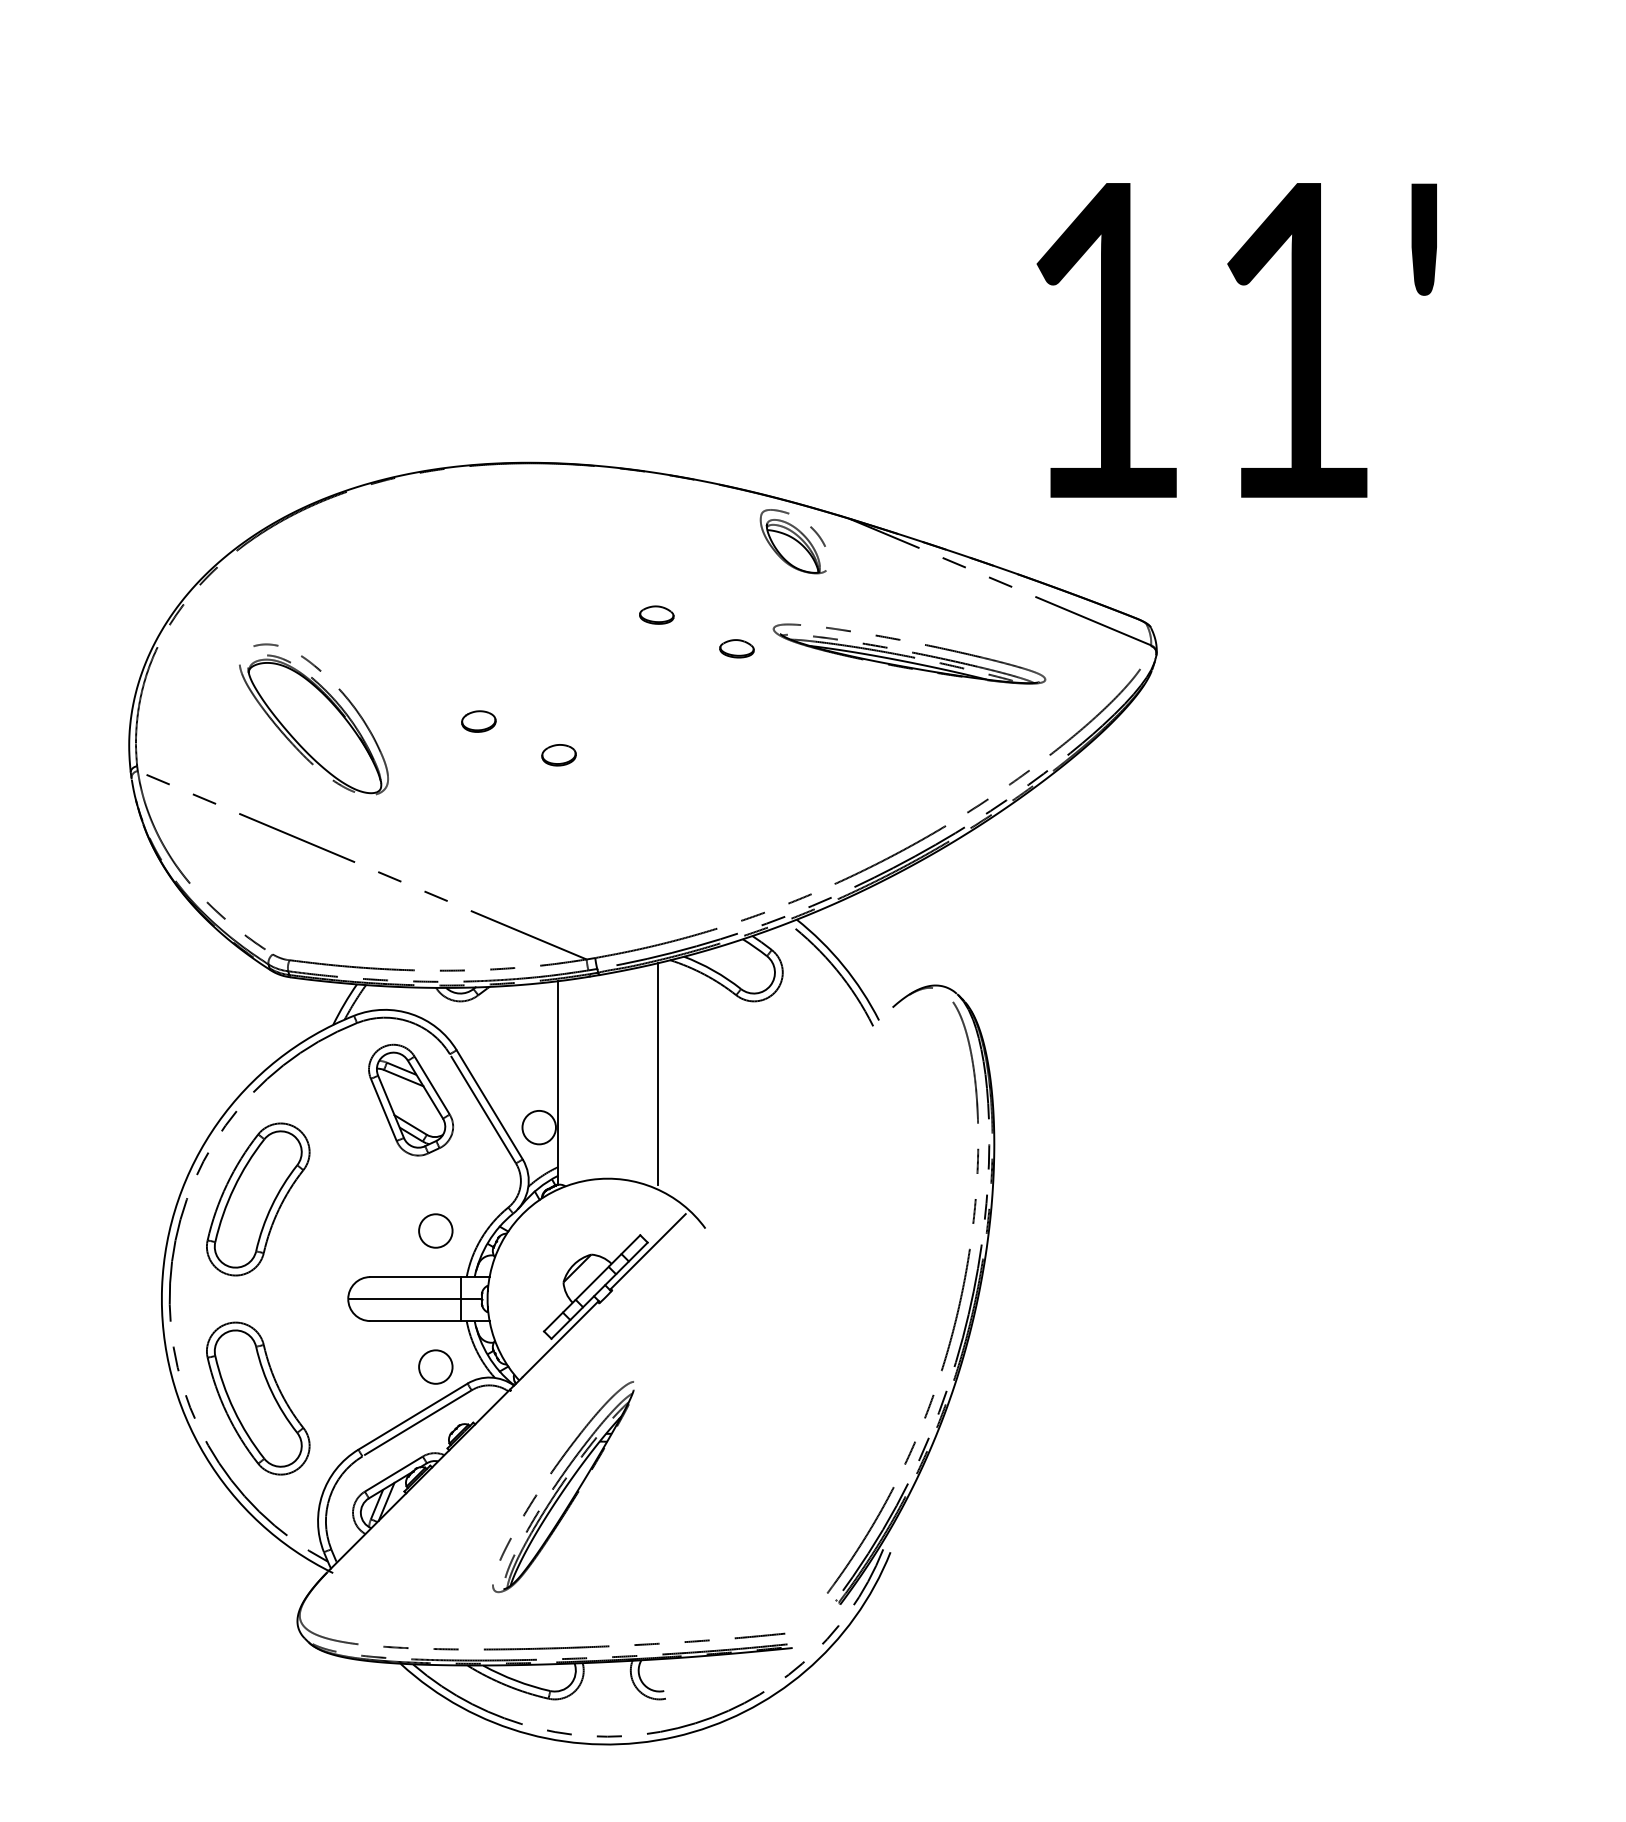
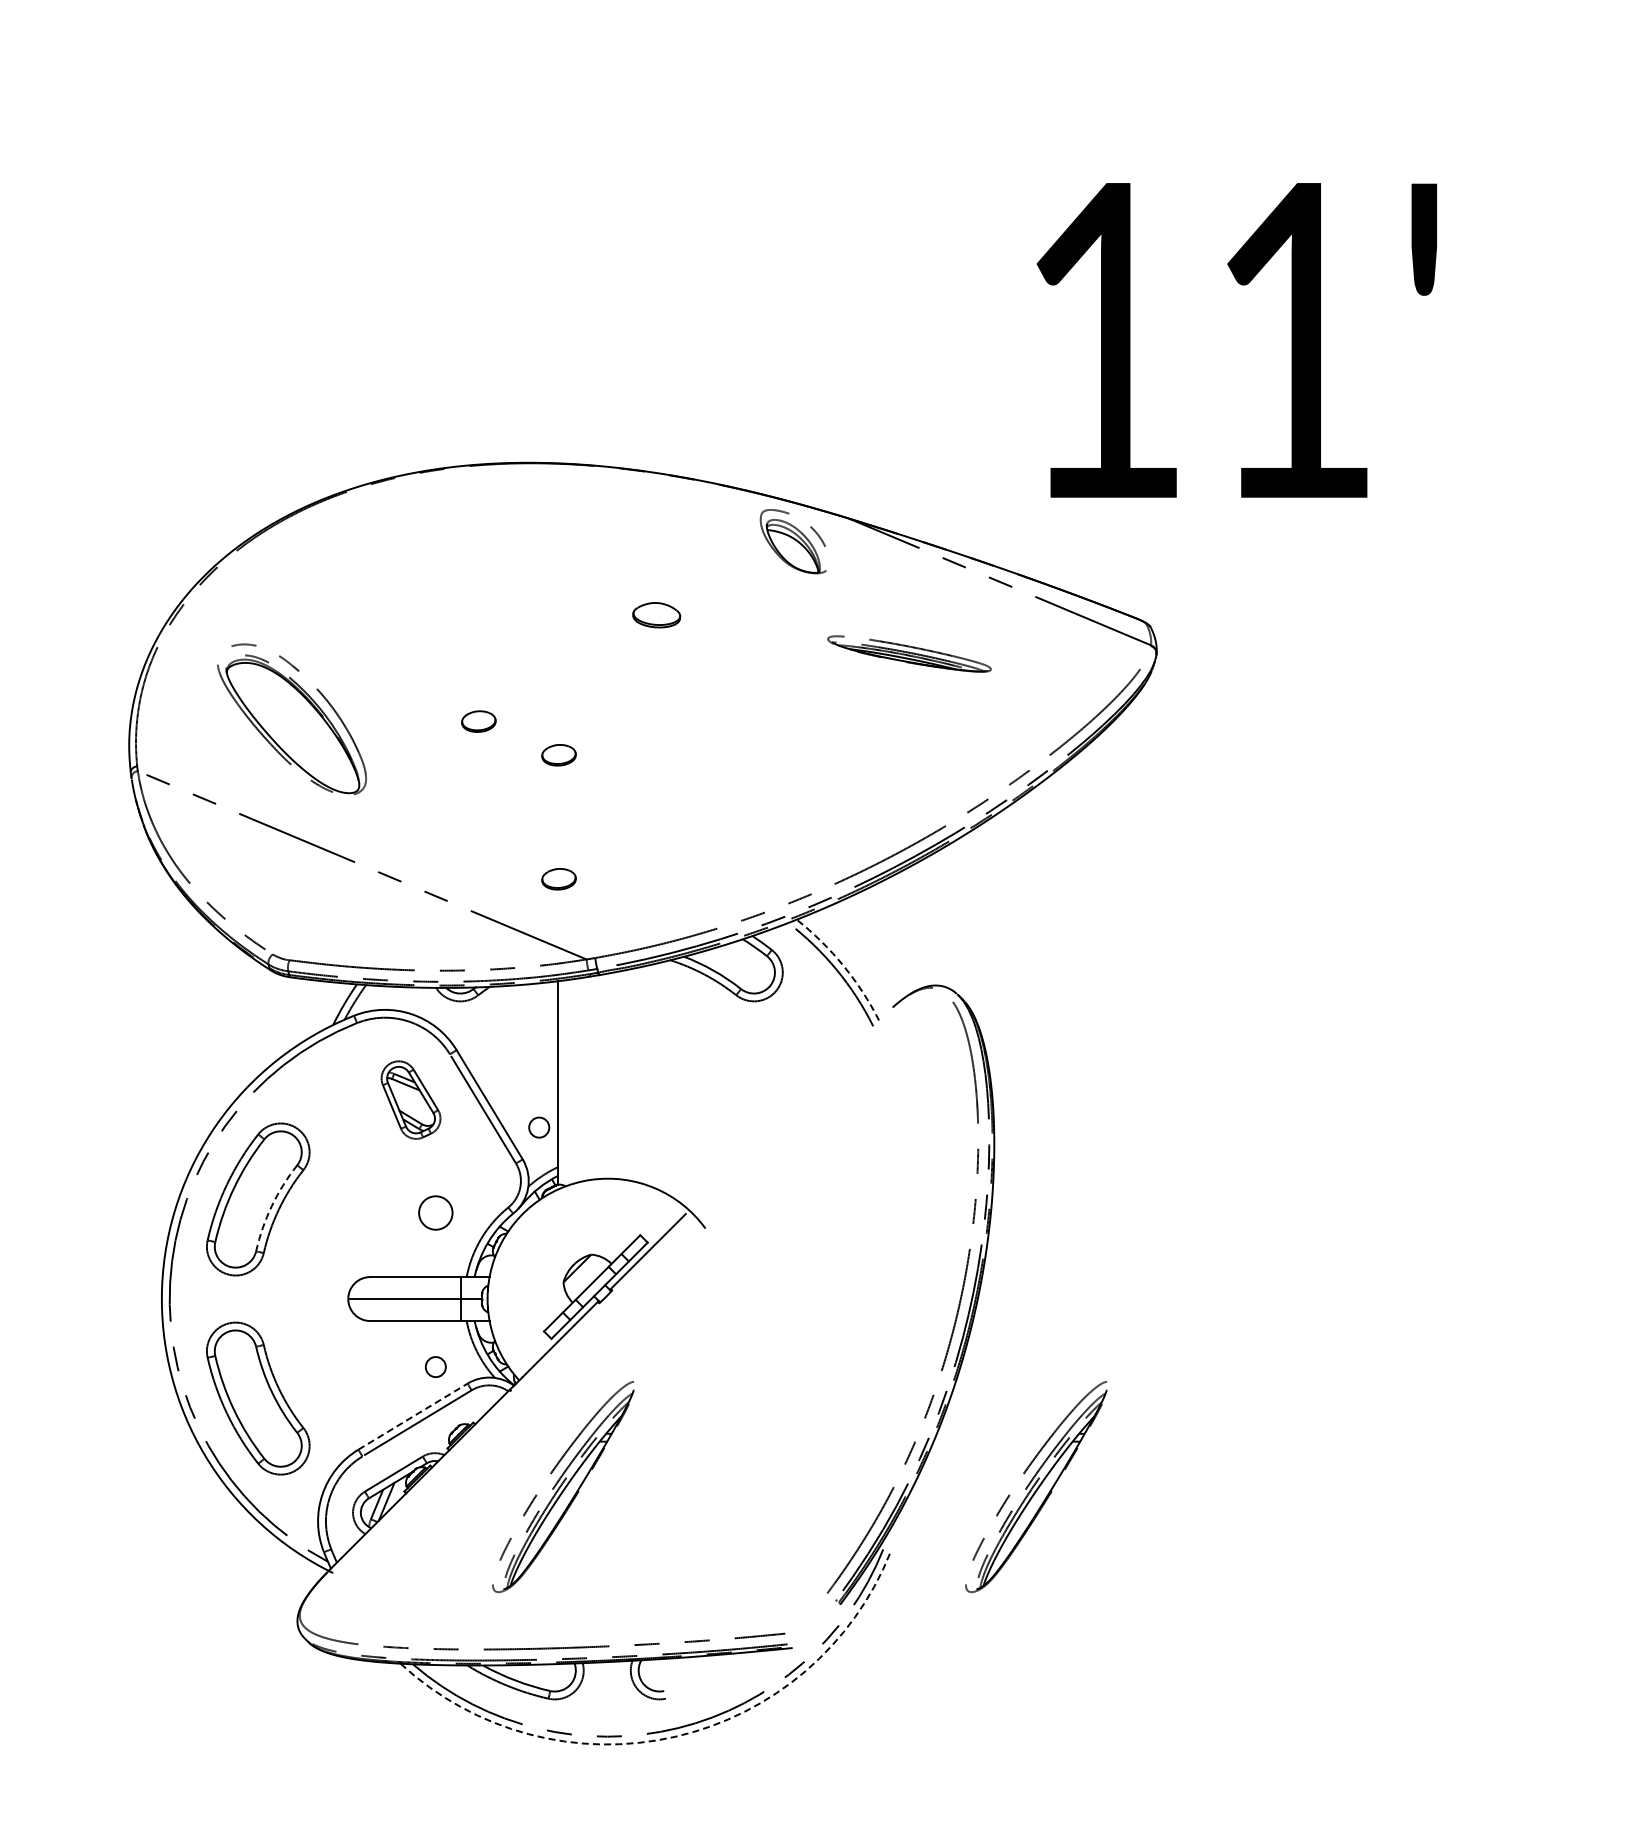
part at (656, 614) size: 36x20 px -> 50x27 px
part at (736, 648): present -> none
part at (909, 653) size: 275x62 px -> 165x38 px
part at (313, 719) position: (313, 719) -> (291, 719)
part at (558, 879): none -> present
arc at (843, 965): solid -> dashed
line at (657, 1073): present -> none
part at (410, 1099) size: 86x114 px -> 62x80 px
circle at (538, 1127) diameter: 33 px -> 20 px
arc at (271, 1206): solid -> dashed
circle at (435, 1230) position: (435, 1230) -> (435, 1212)
circle at (435, 1366) diameter: 33 px -> 20 px
line at (413, 1416): solid -> dashed
part at (1036, 1487): none -> present
arc at (675, 1736): solid -> dashed
